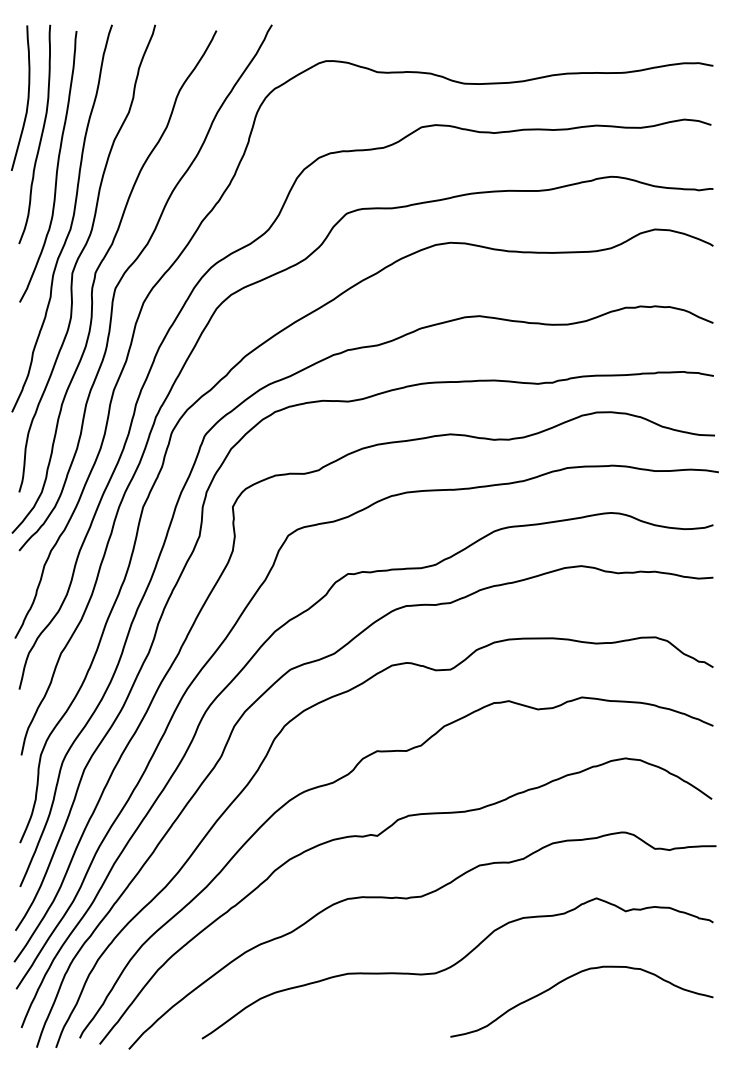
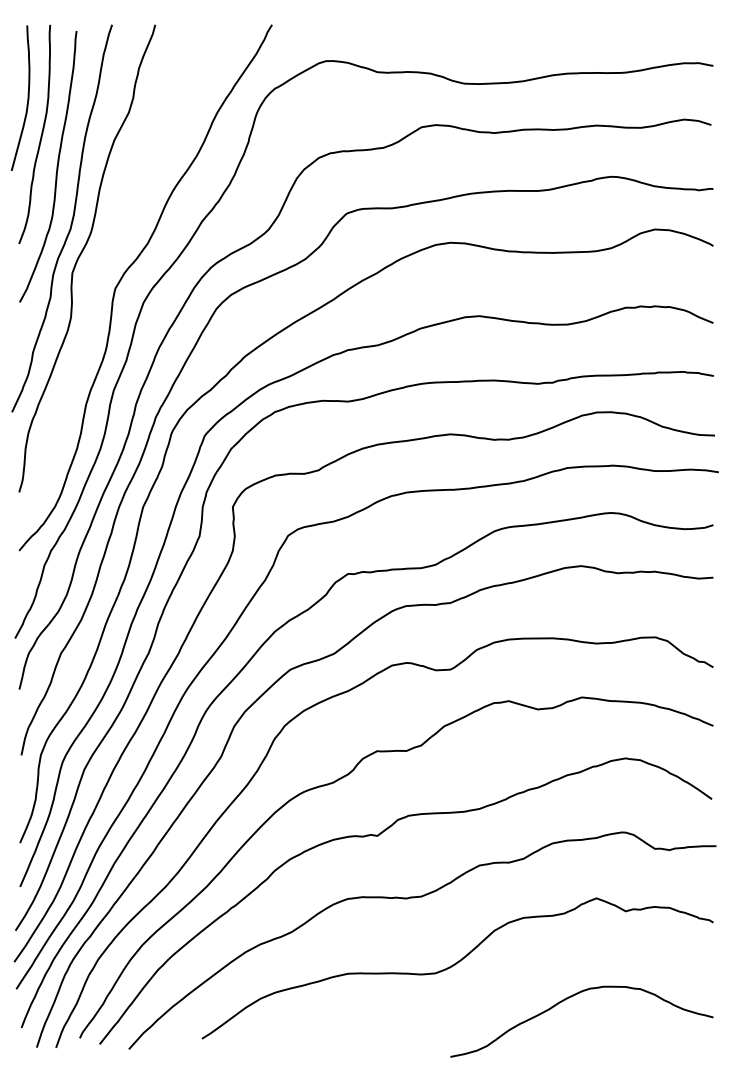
curve at (95, 280): present -> none
curve at (569, 978) position: (569, 978) -> (569, 998)
